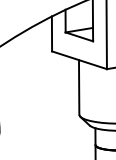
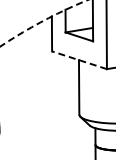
arc at (41, 21): solid -> dashed
line at (79, 60): solid -> dashed
